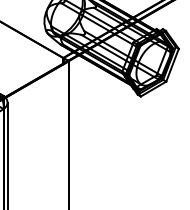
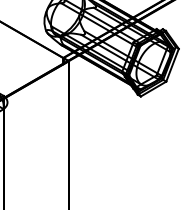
line at (7, 154): present -> none
